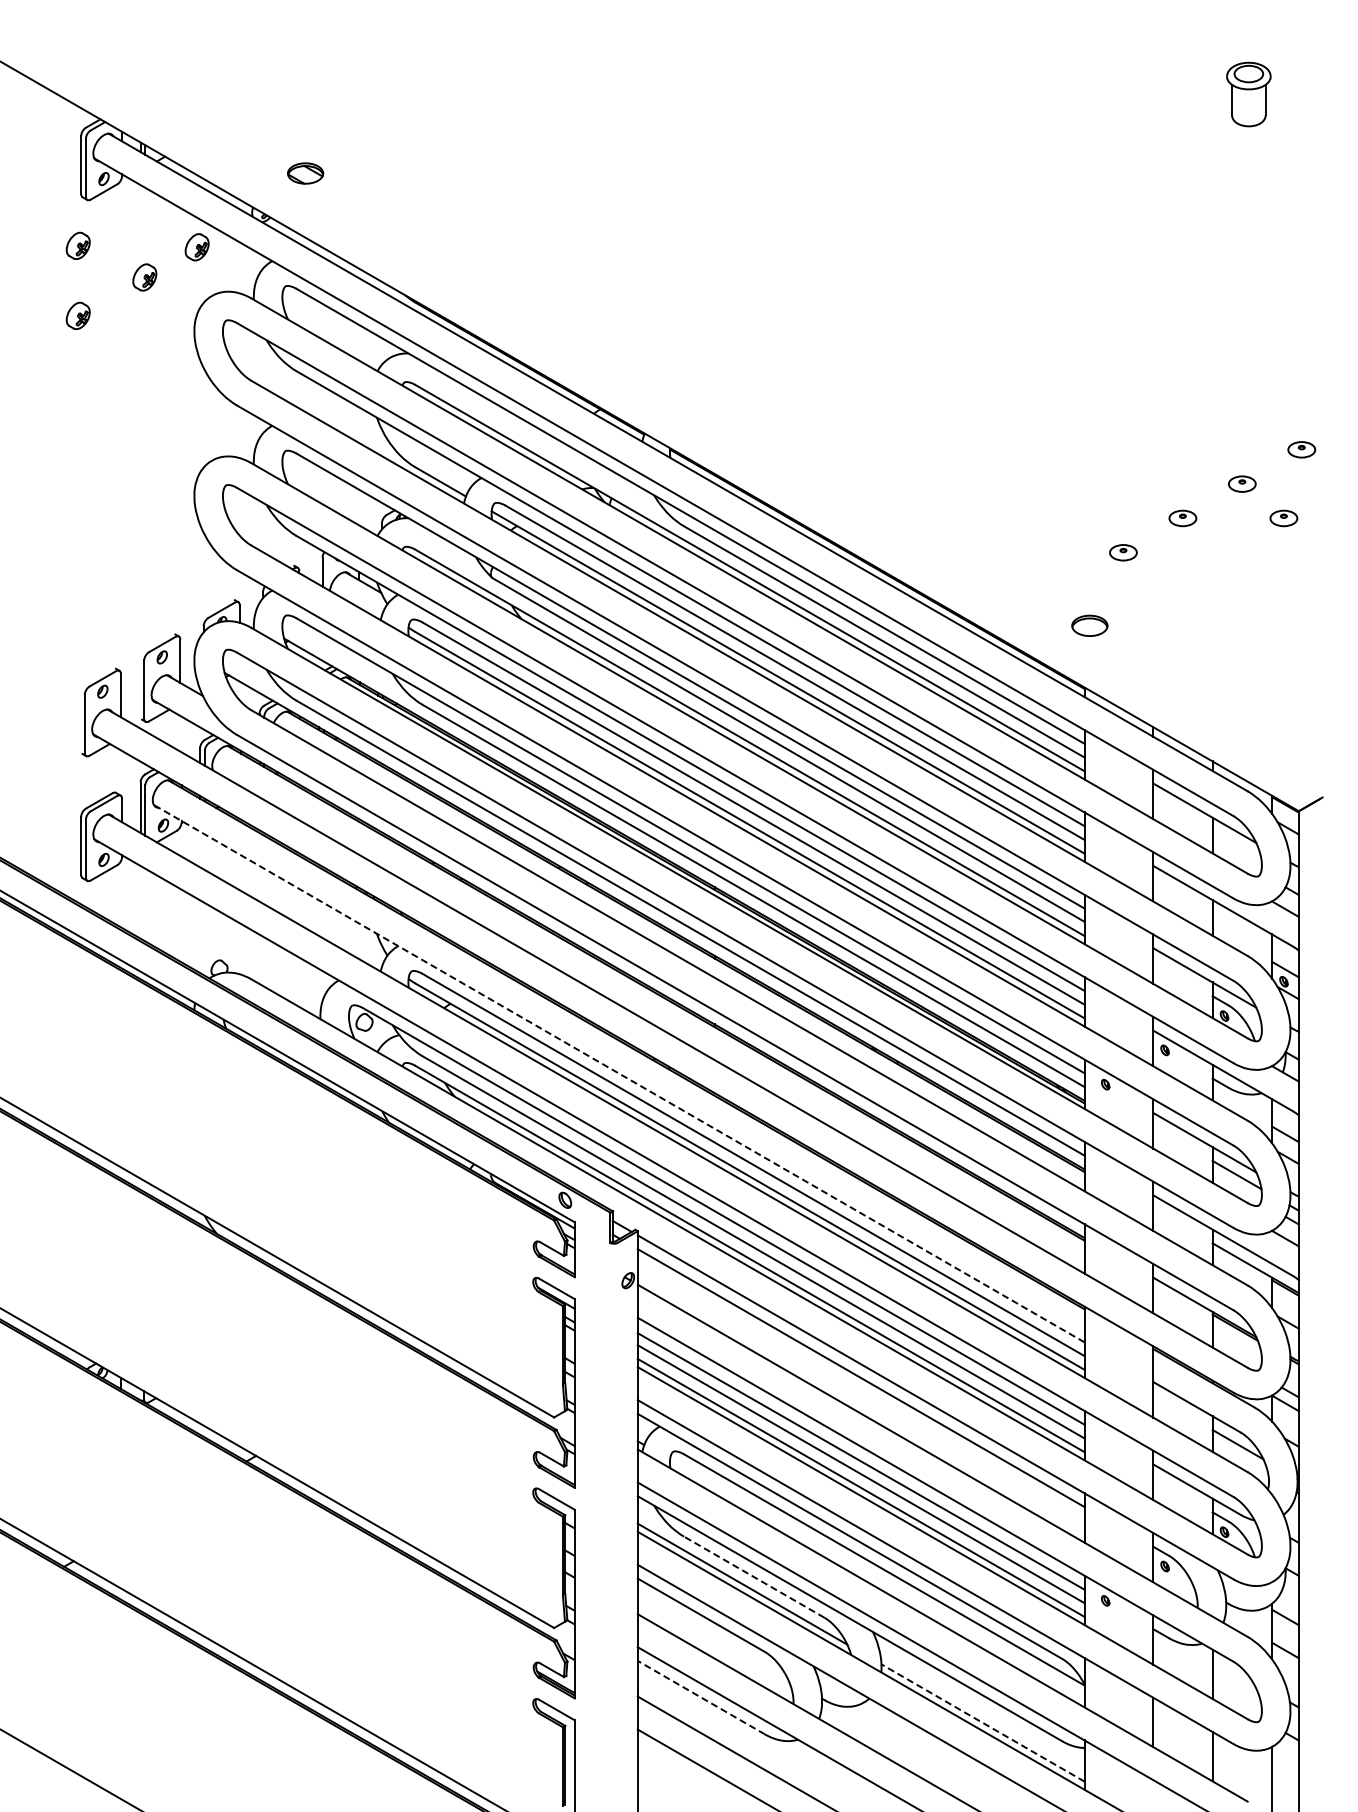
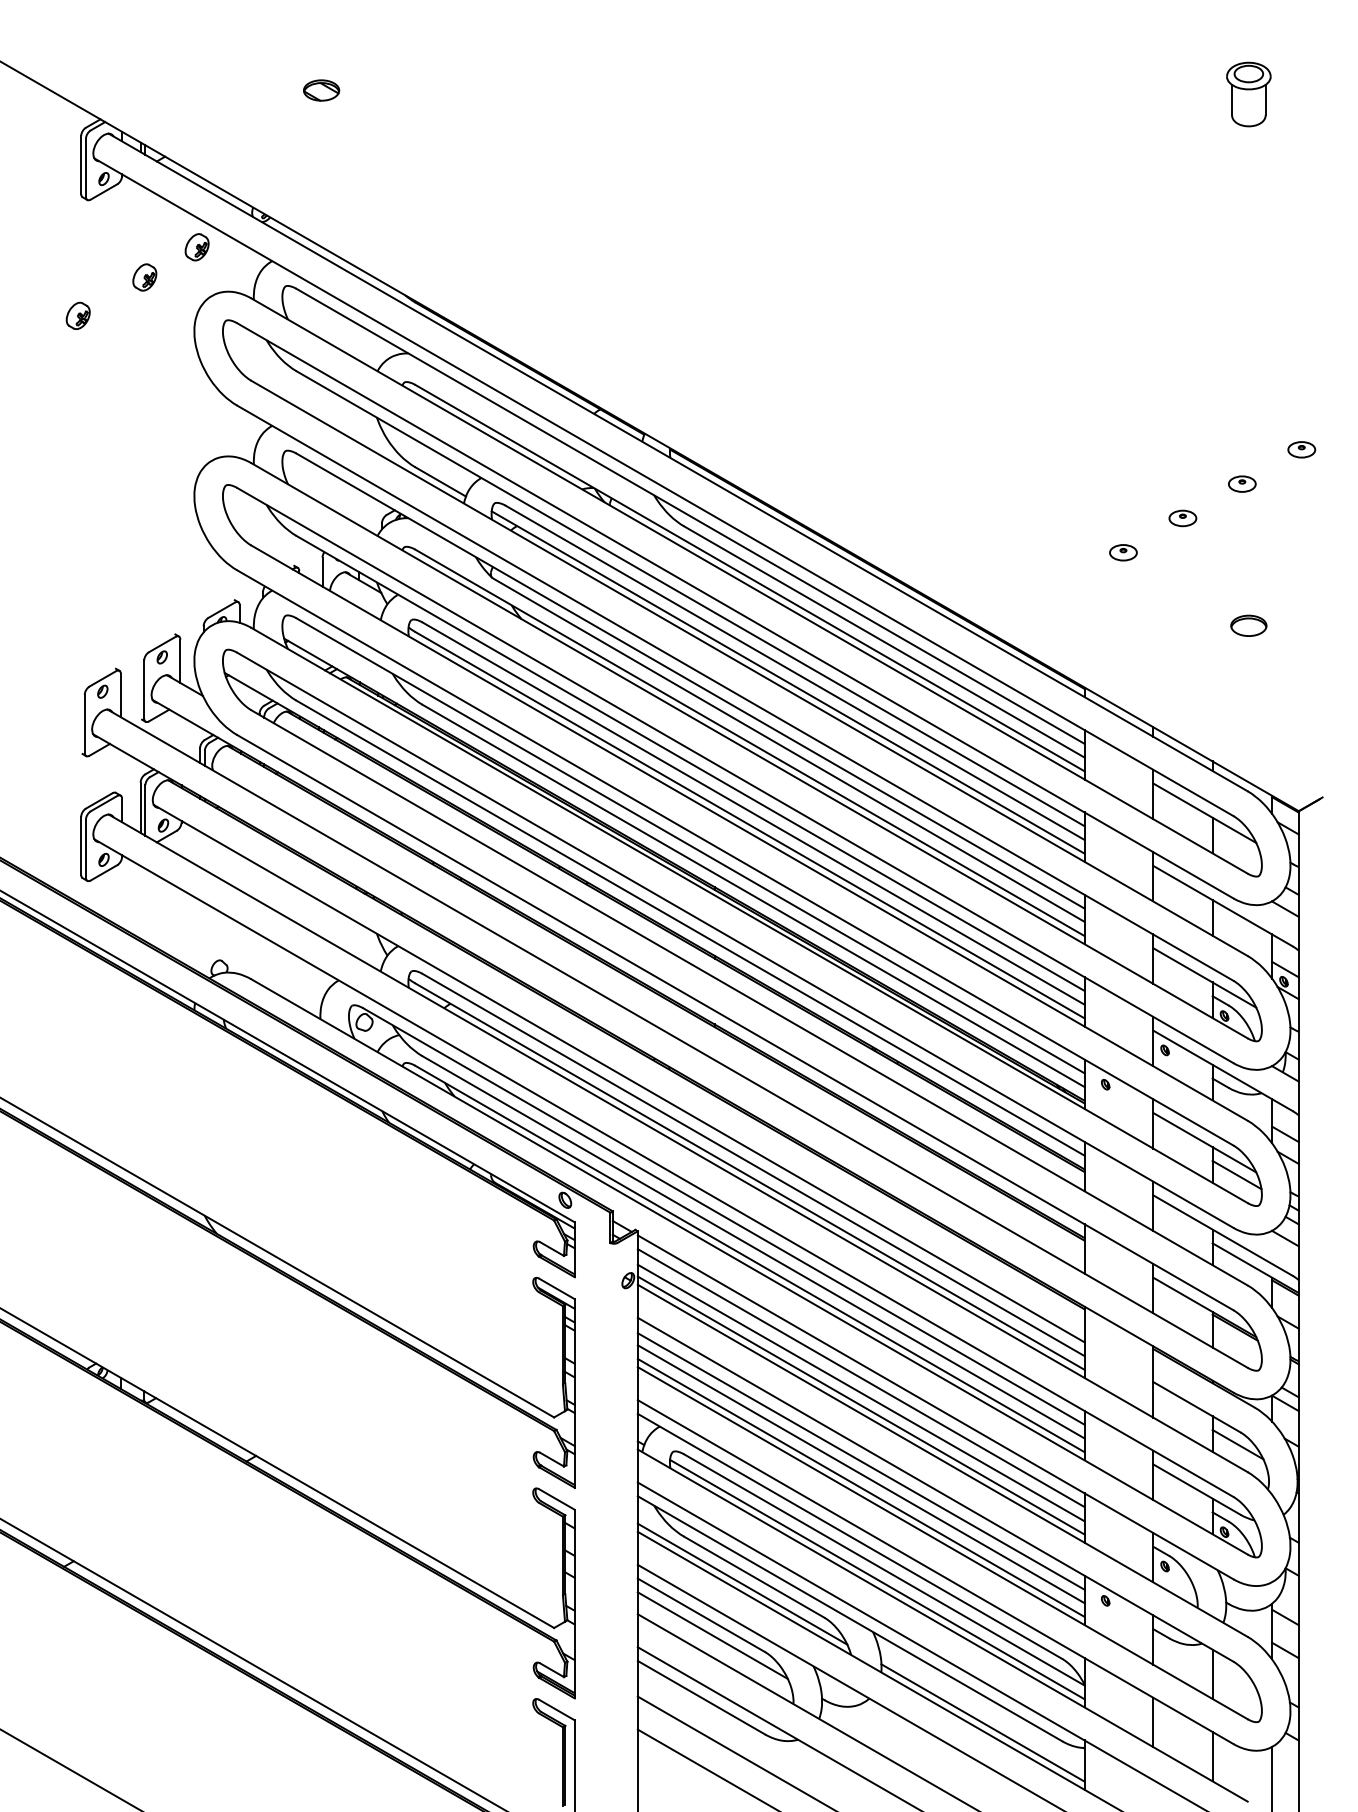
part at (305, 173) position: (305, 173) -> (321, 90)
part at (77, 245): present -> none
part at (1283, 518): present -> none
part at (1089, 625) position: (1089, 625) -> (1248, 625)
line at (618, 1073): dashed -> solid
line at (860, 1392): none -> present
line at (860, 1405): none -> present
line at (754, 1577): dashed -> solid
line at (877, 1579): none -> present
line at (712, 1635): none -> present
line at (700, 1697): dashed -> solid
line at (982, 1722): dashed -> solid
